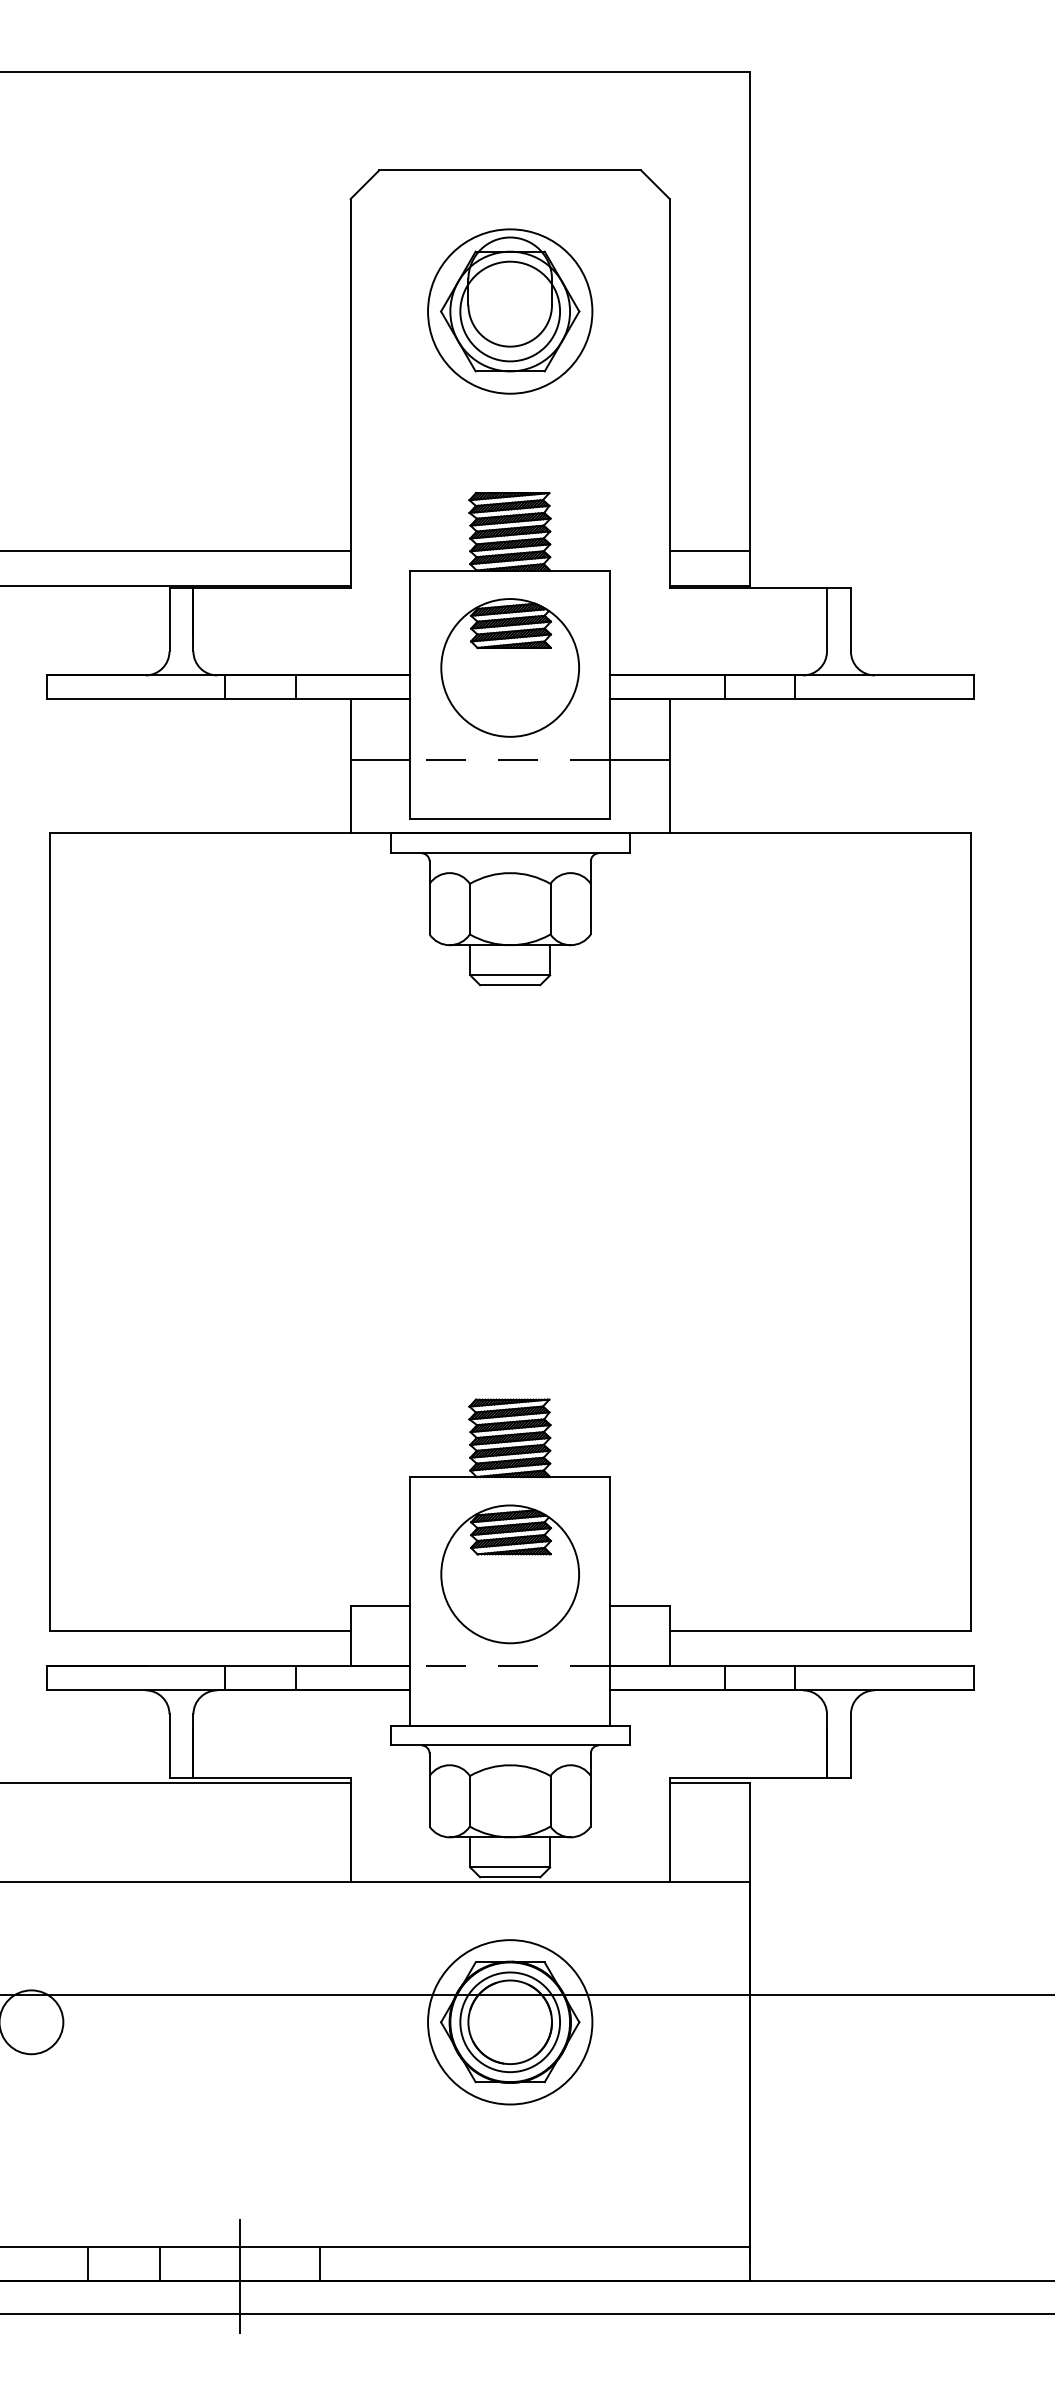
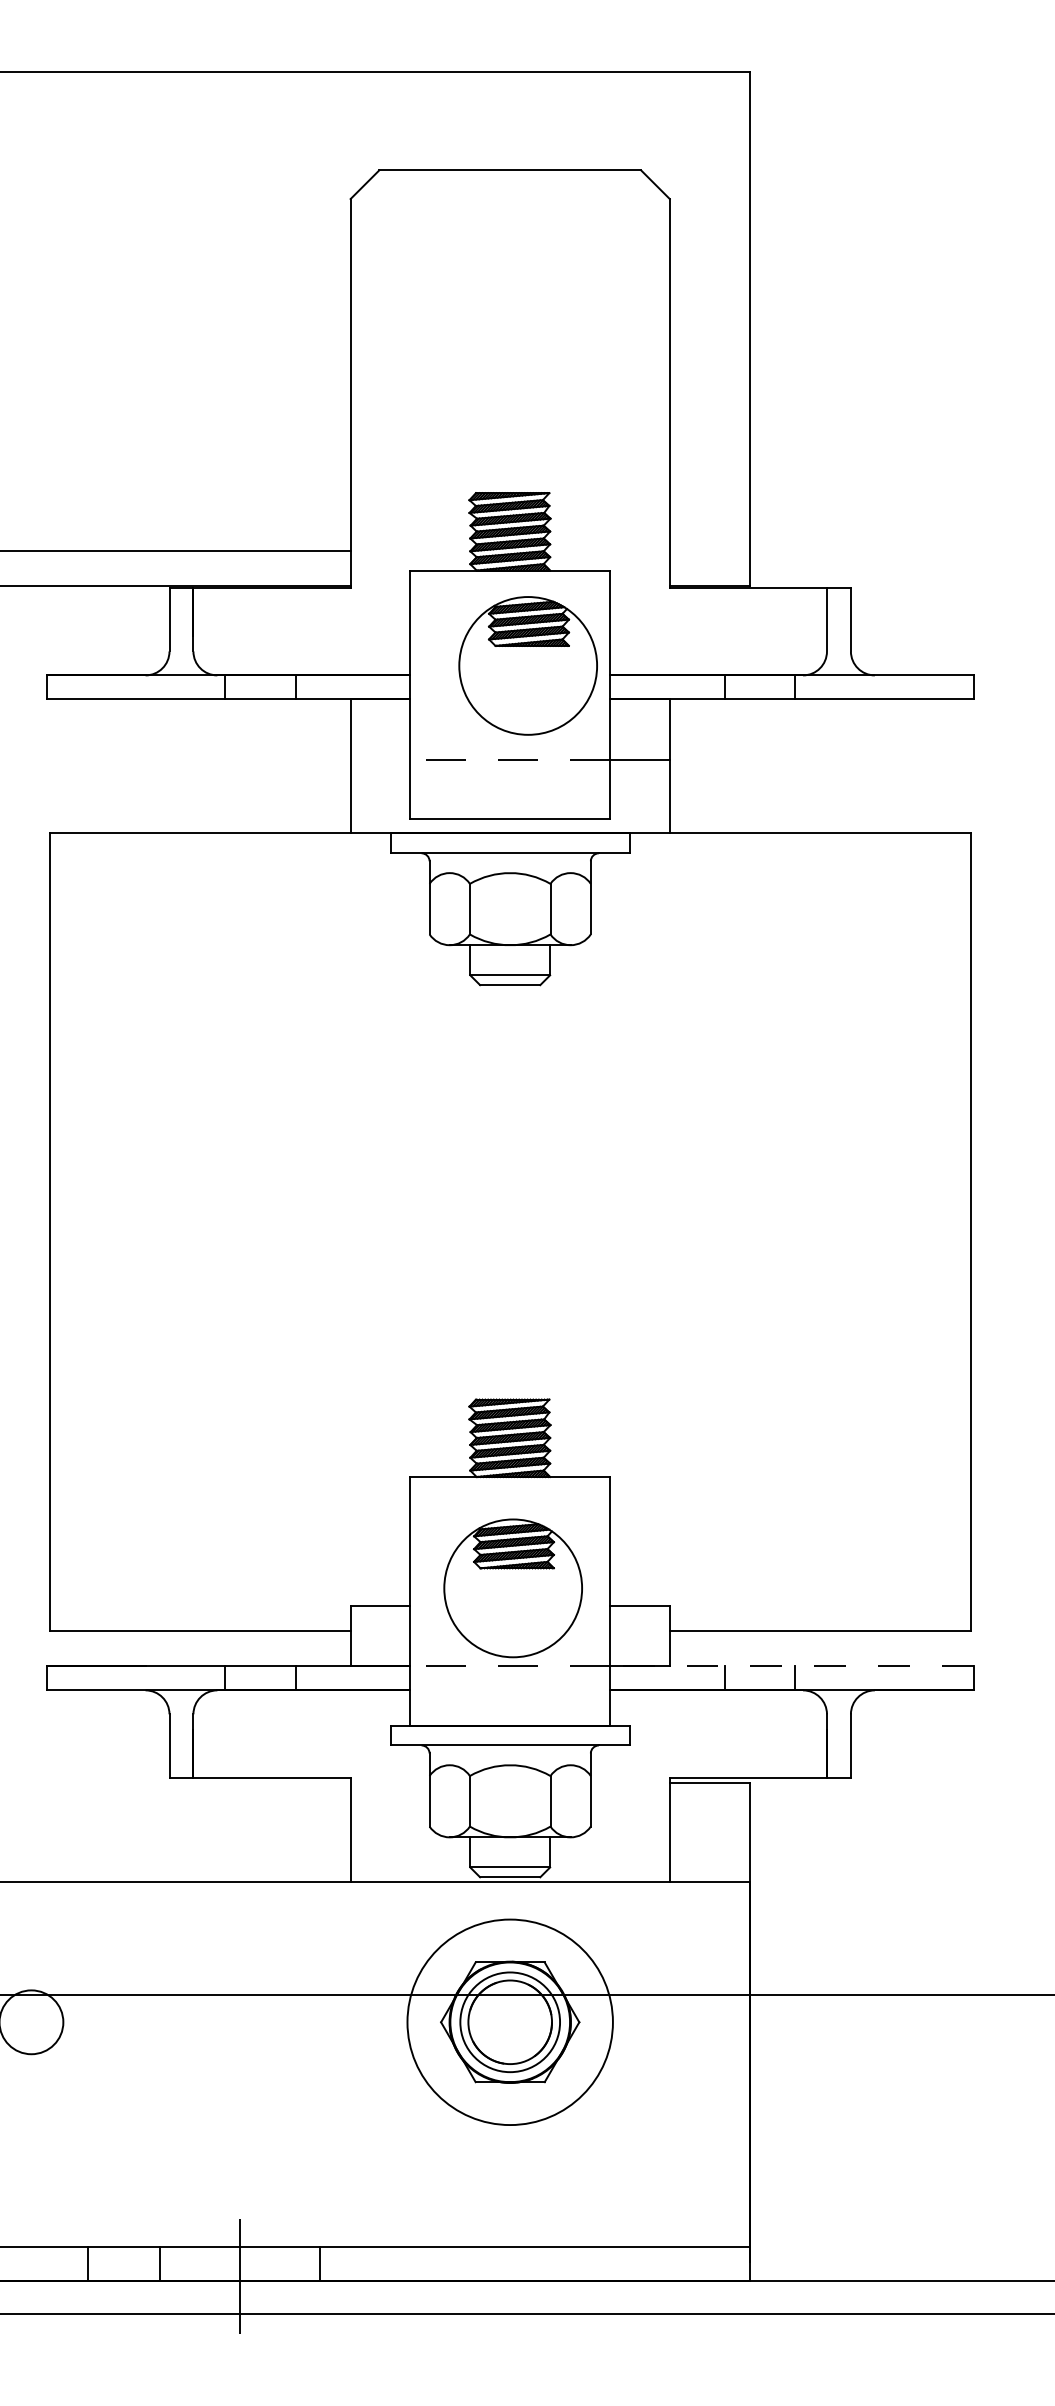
part at (510, 311): present -> none
line at (709, 550): present -> none
part at (509, 667) position: (509, 667) -> (527, 665)
line at (380, 759): present -> none
part at (509, 1574) position: (509, 1574) -> (512, 1588)
line at (791, 1666): solid -> dashed
line at (176, 1782): present -> none
circle at (510, 2022) diameter: 164 px -> 205 px
